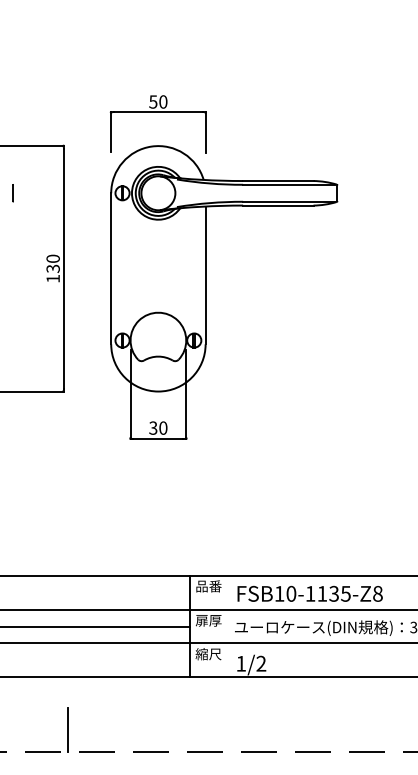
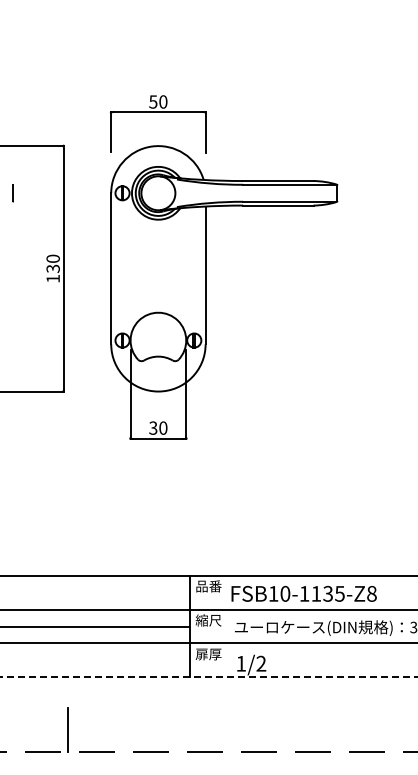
text at (309, 593) position: (309, 593) -> (303, 593)
text at (208, 620): 扉厚 -> 縮尺
text at (208, 654): 縮尺 -> 扉厚
line at (209, 677): solid -> dashed
